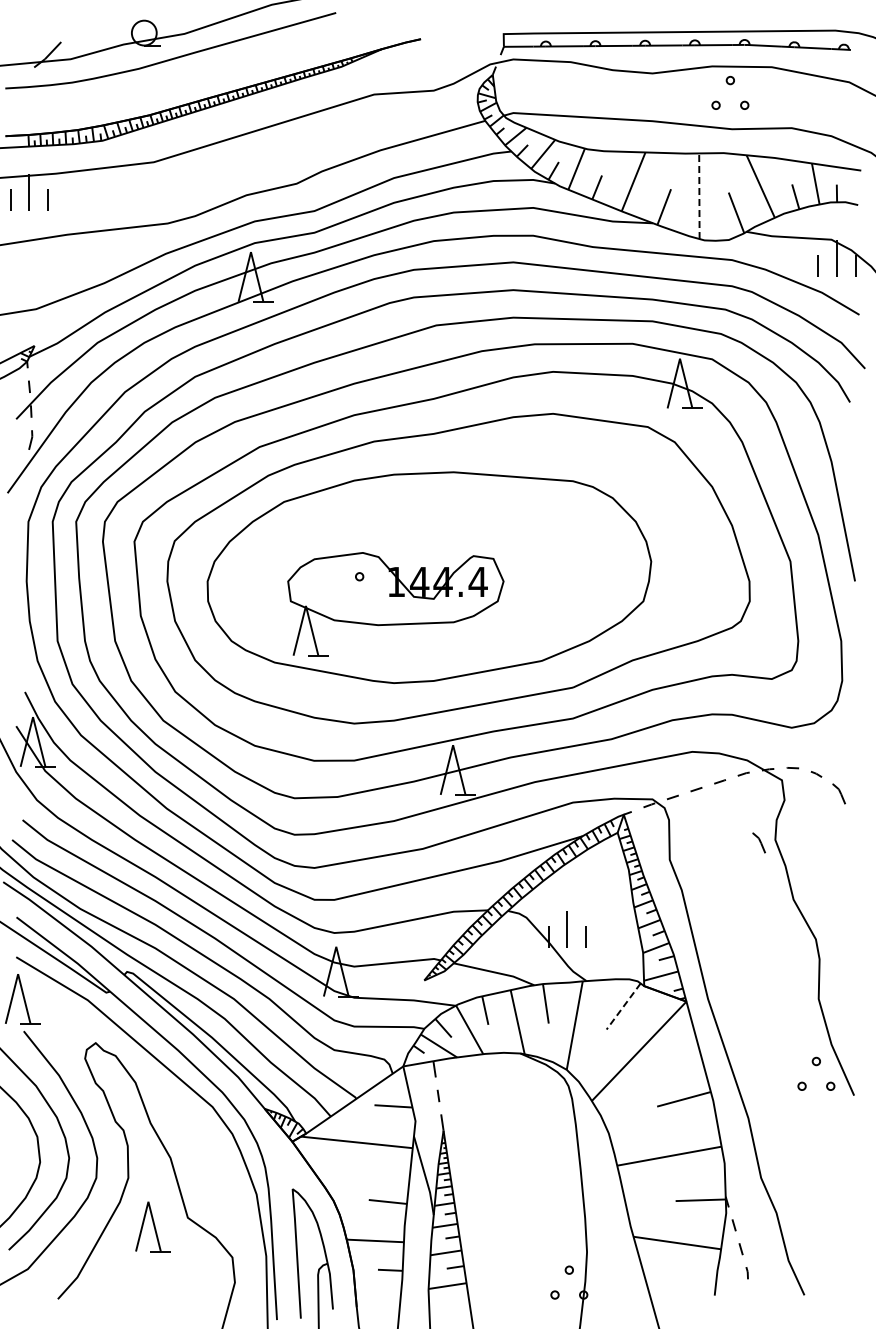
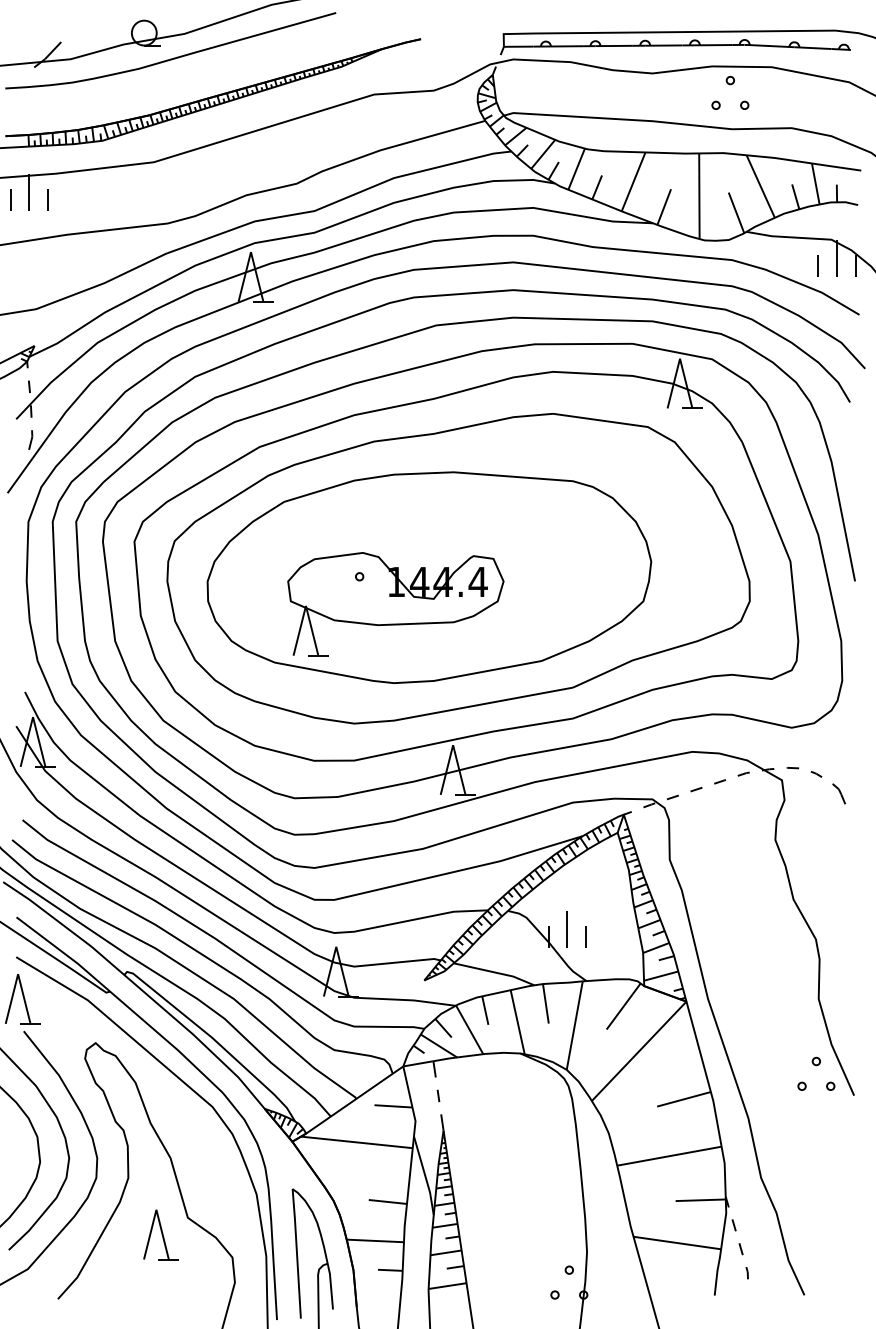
line at (699, 196): dashed -> solid
part at (758, 842): present -> none
line at (623, 1006): dashed -> solid
part at (152, 1226) position: (152, 1226) -> (160, 1234)
